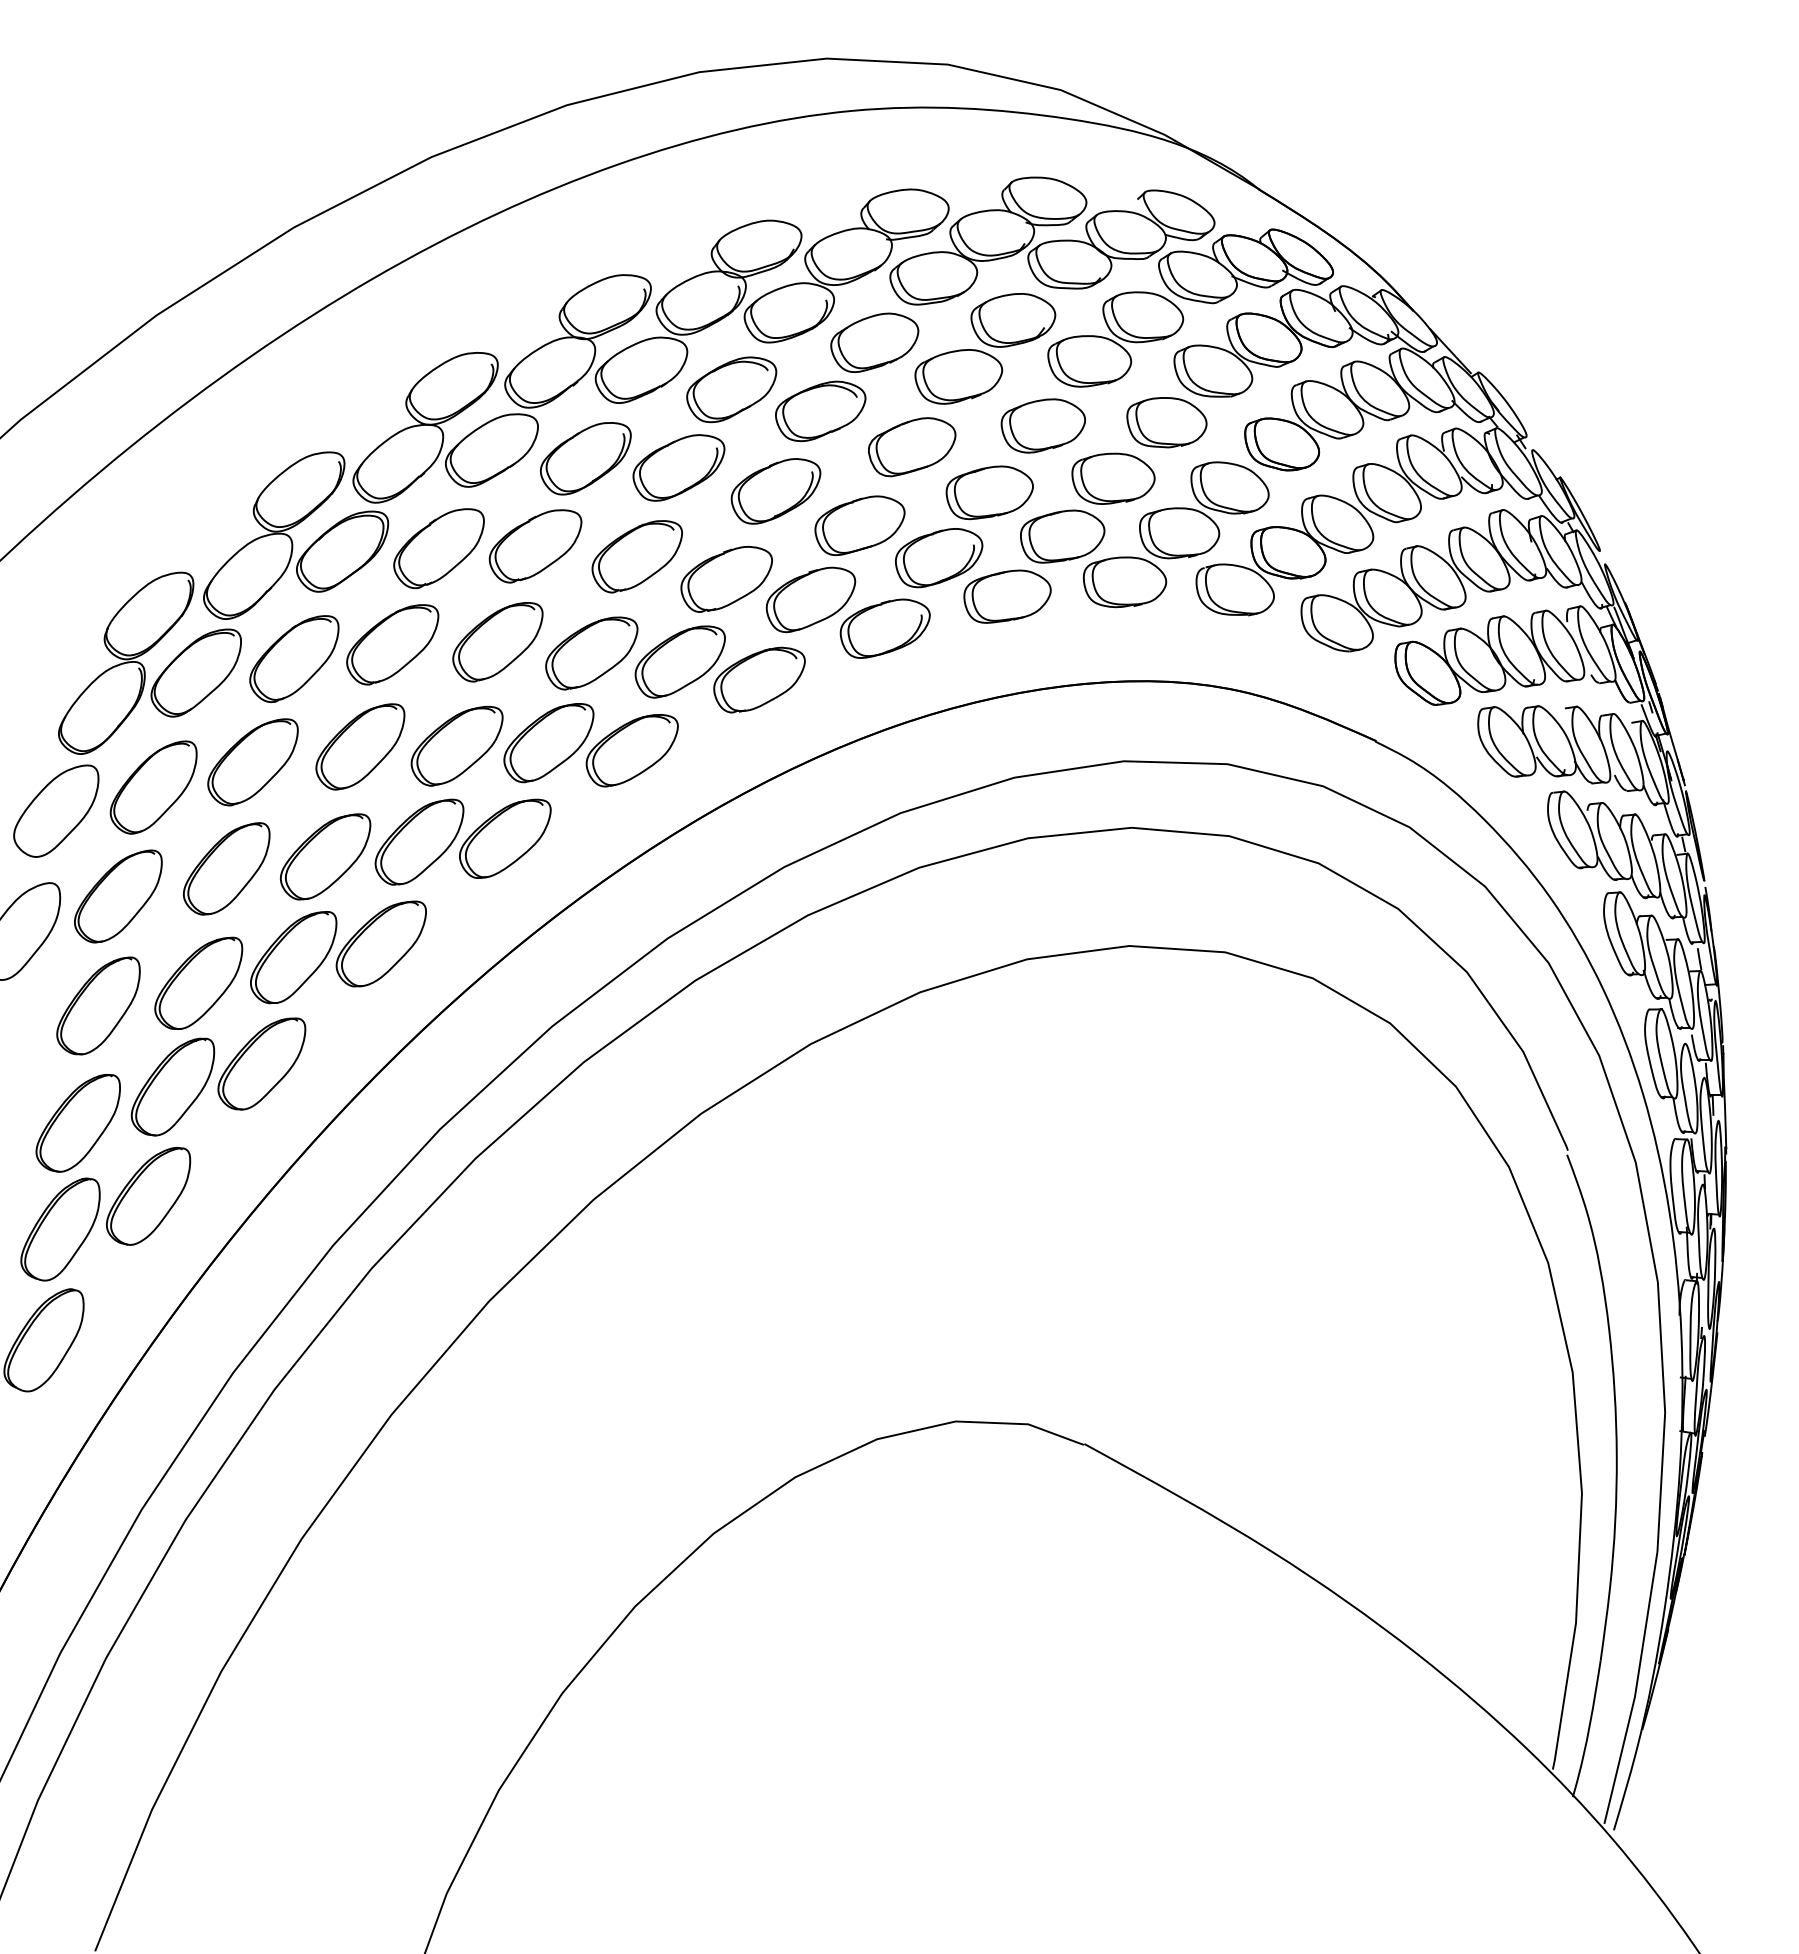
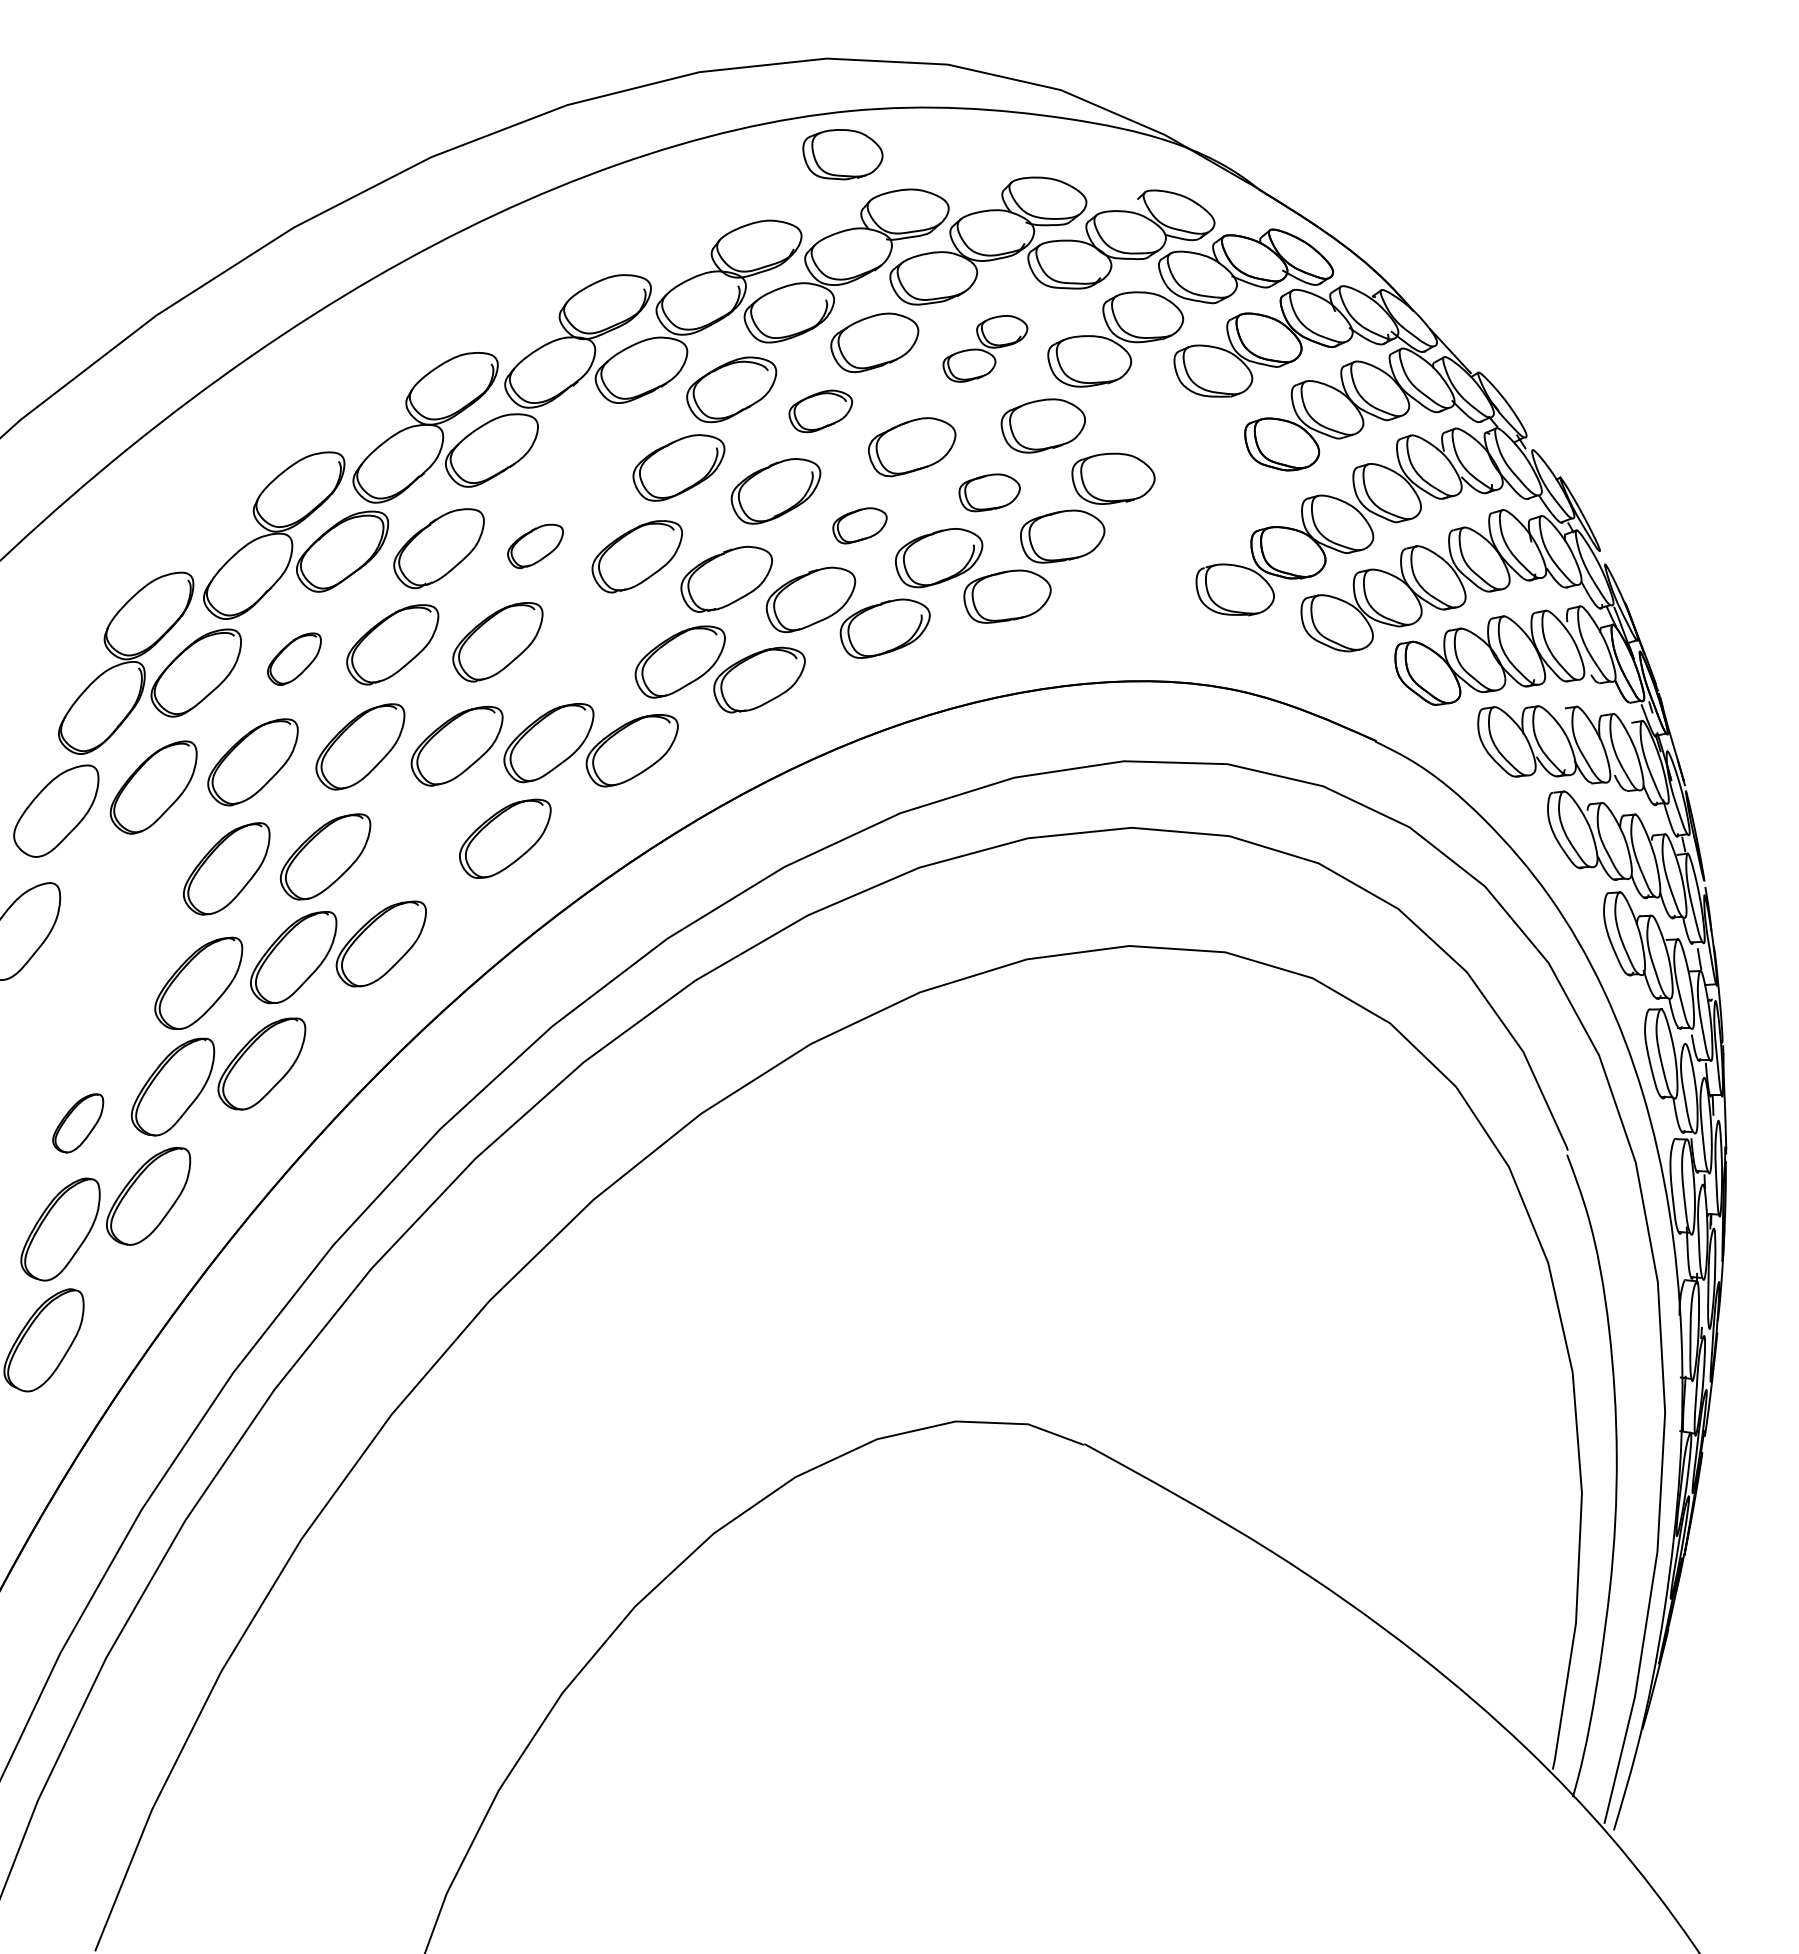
part at (985, 348) size: 143x112 px -> 87x68 px
part at (820, 411) size: 92x63 px -> 66x45 px
part at (1166, 422) position: (1166, 422) -> (842, 154)
part at (585, 458): present -> none
part at (989, 492) size: 89x56 px -> 63x40 px
part at (859, 525) size: 92x62 px -> 56x38 px
part at (1175, 534): present -> none
part at (535, 546) size: 95x75 px -> 57x47 px
part at (591, 653): present -> none
part at (294, 659) size: 91x89 px -> 55x54 px
part at (419, 841): present -> none
part at (118, 896): present -> none
part at (98, 1005): present -> none
part at (77, 1123) size: 86x99 px -> 53x61 px
